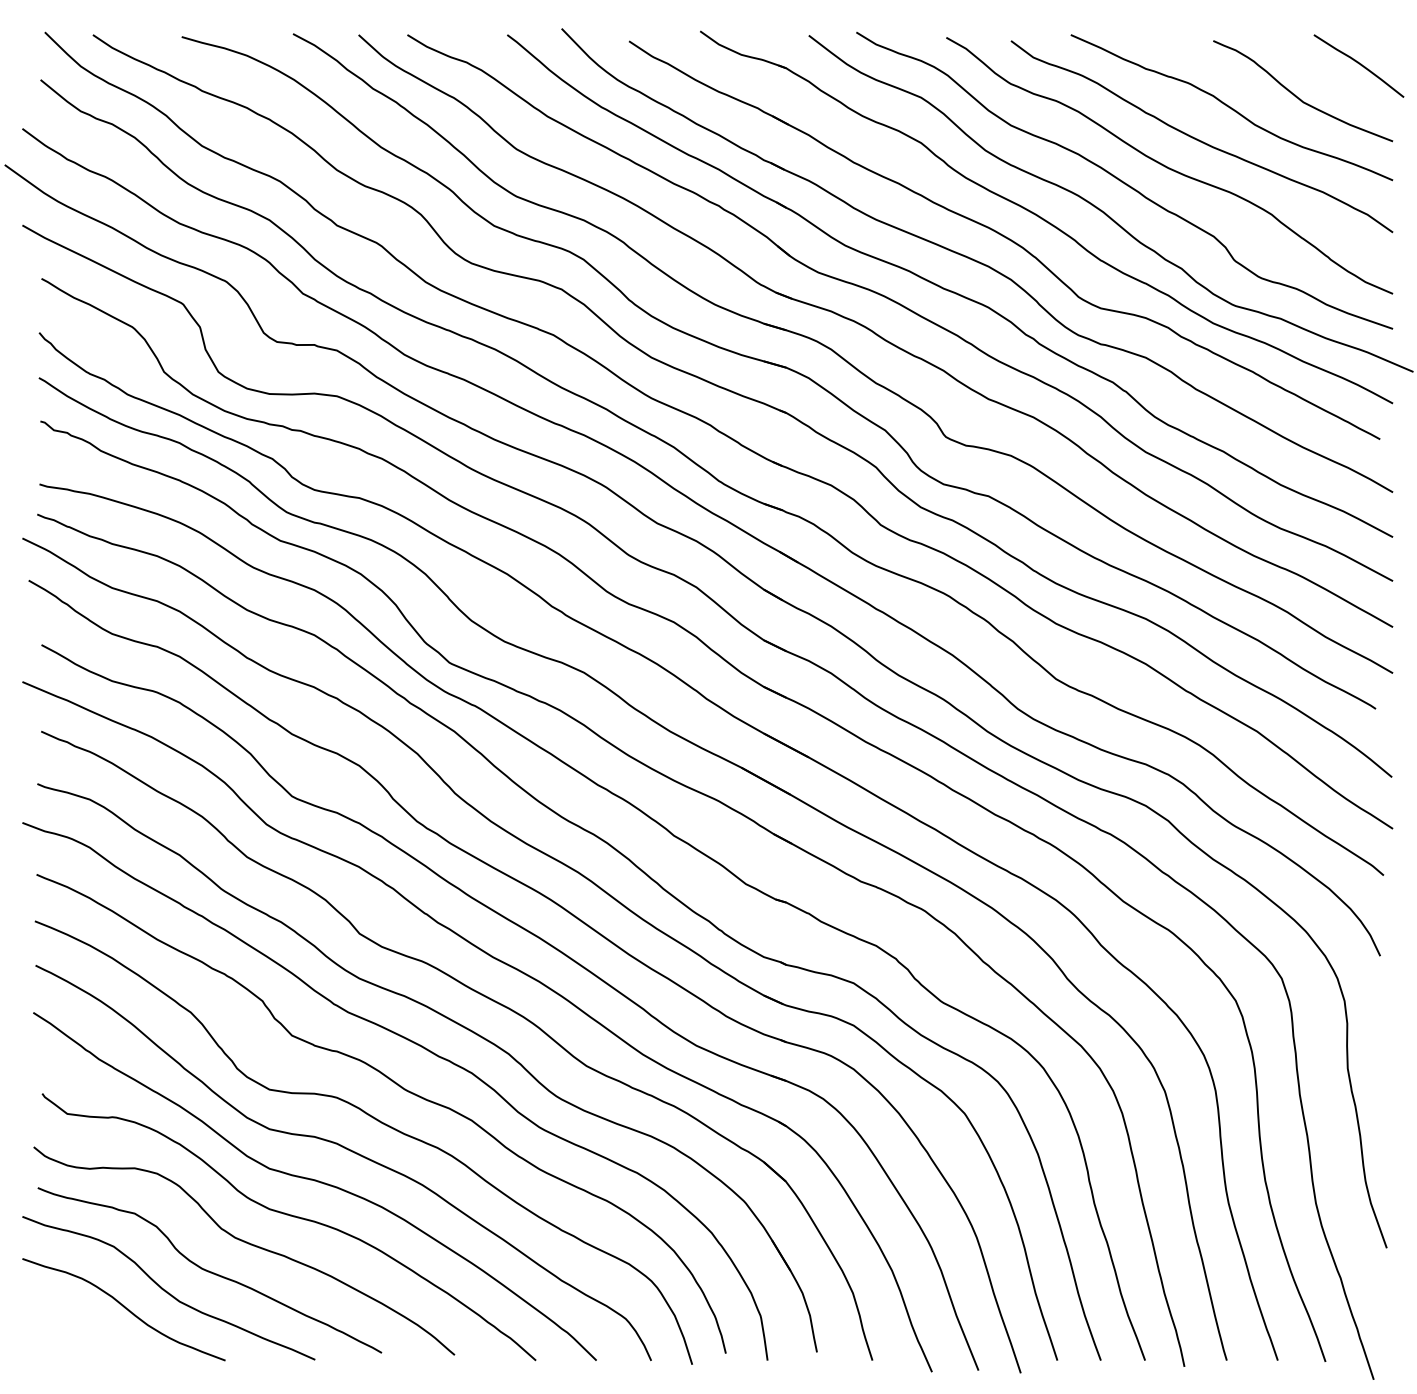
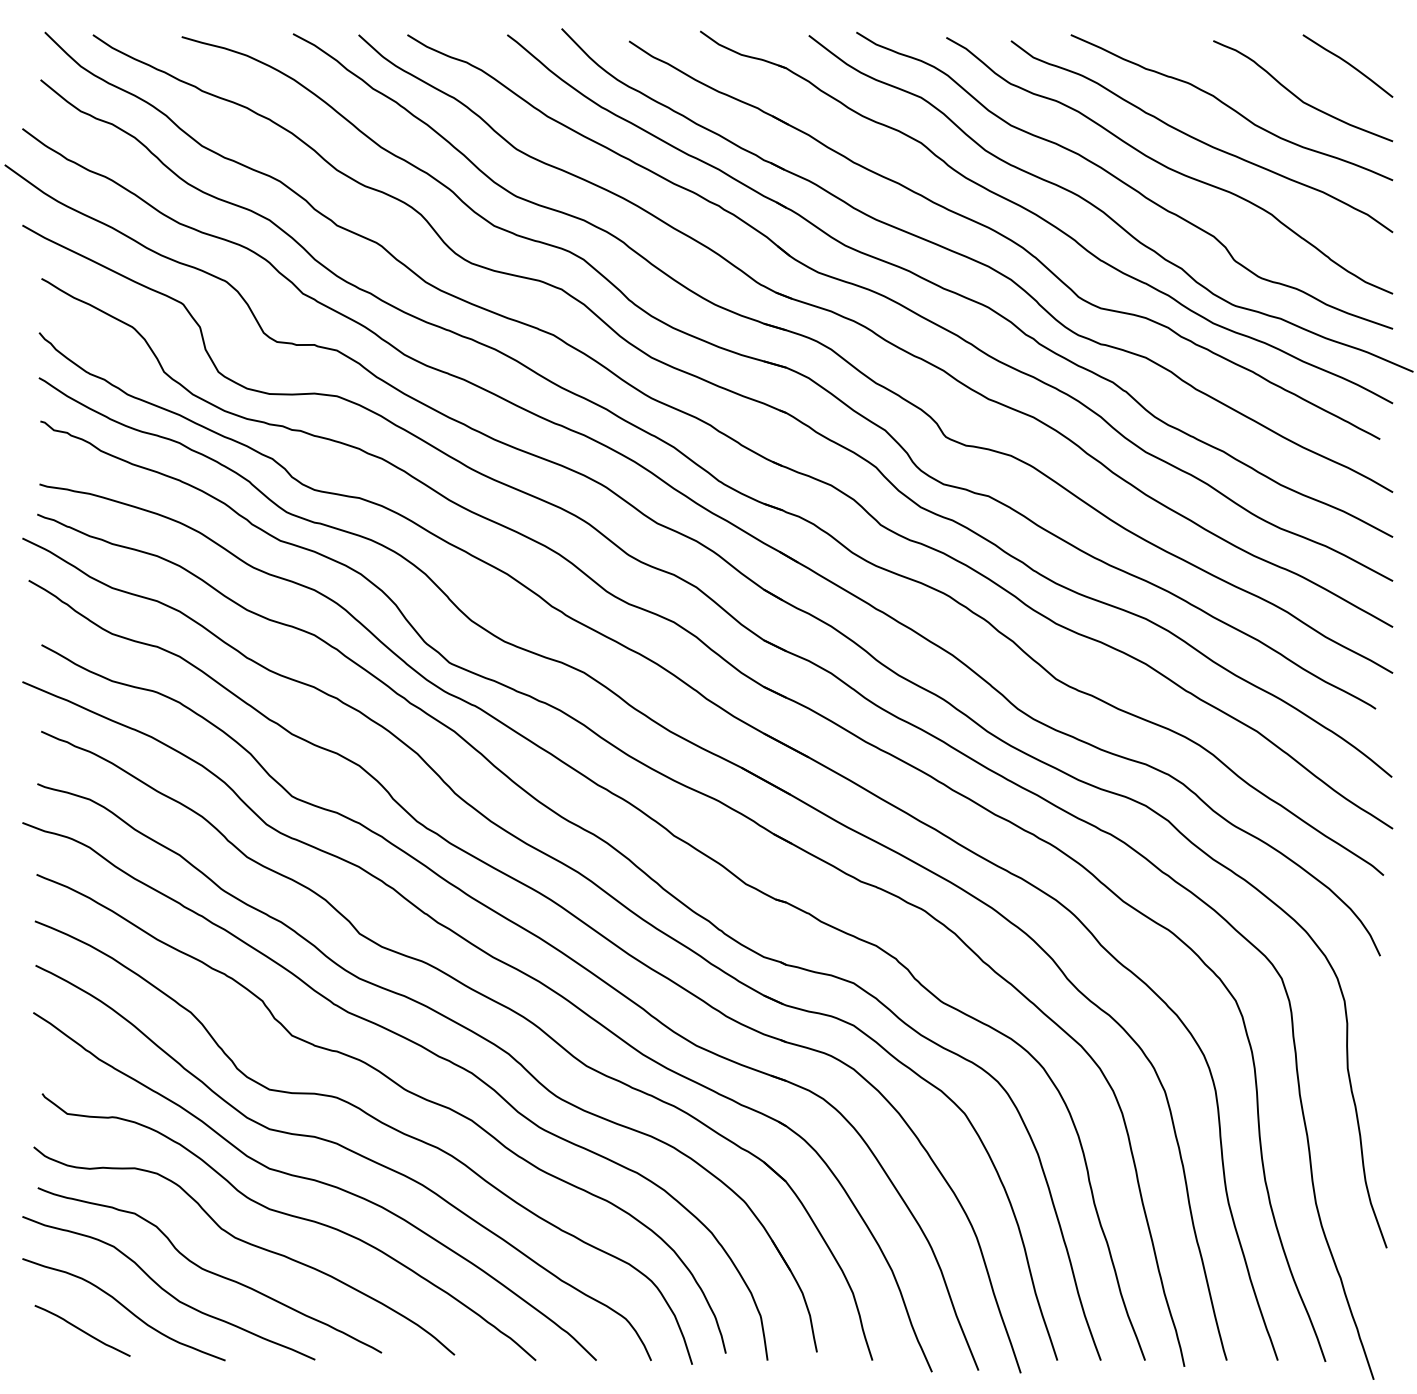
curve at (1359, 64) position: (1359, 64) -> (1348, 64)
curve at (82, 1330): none -> present
